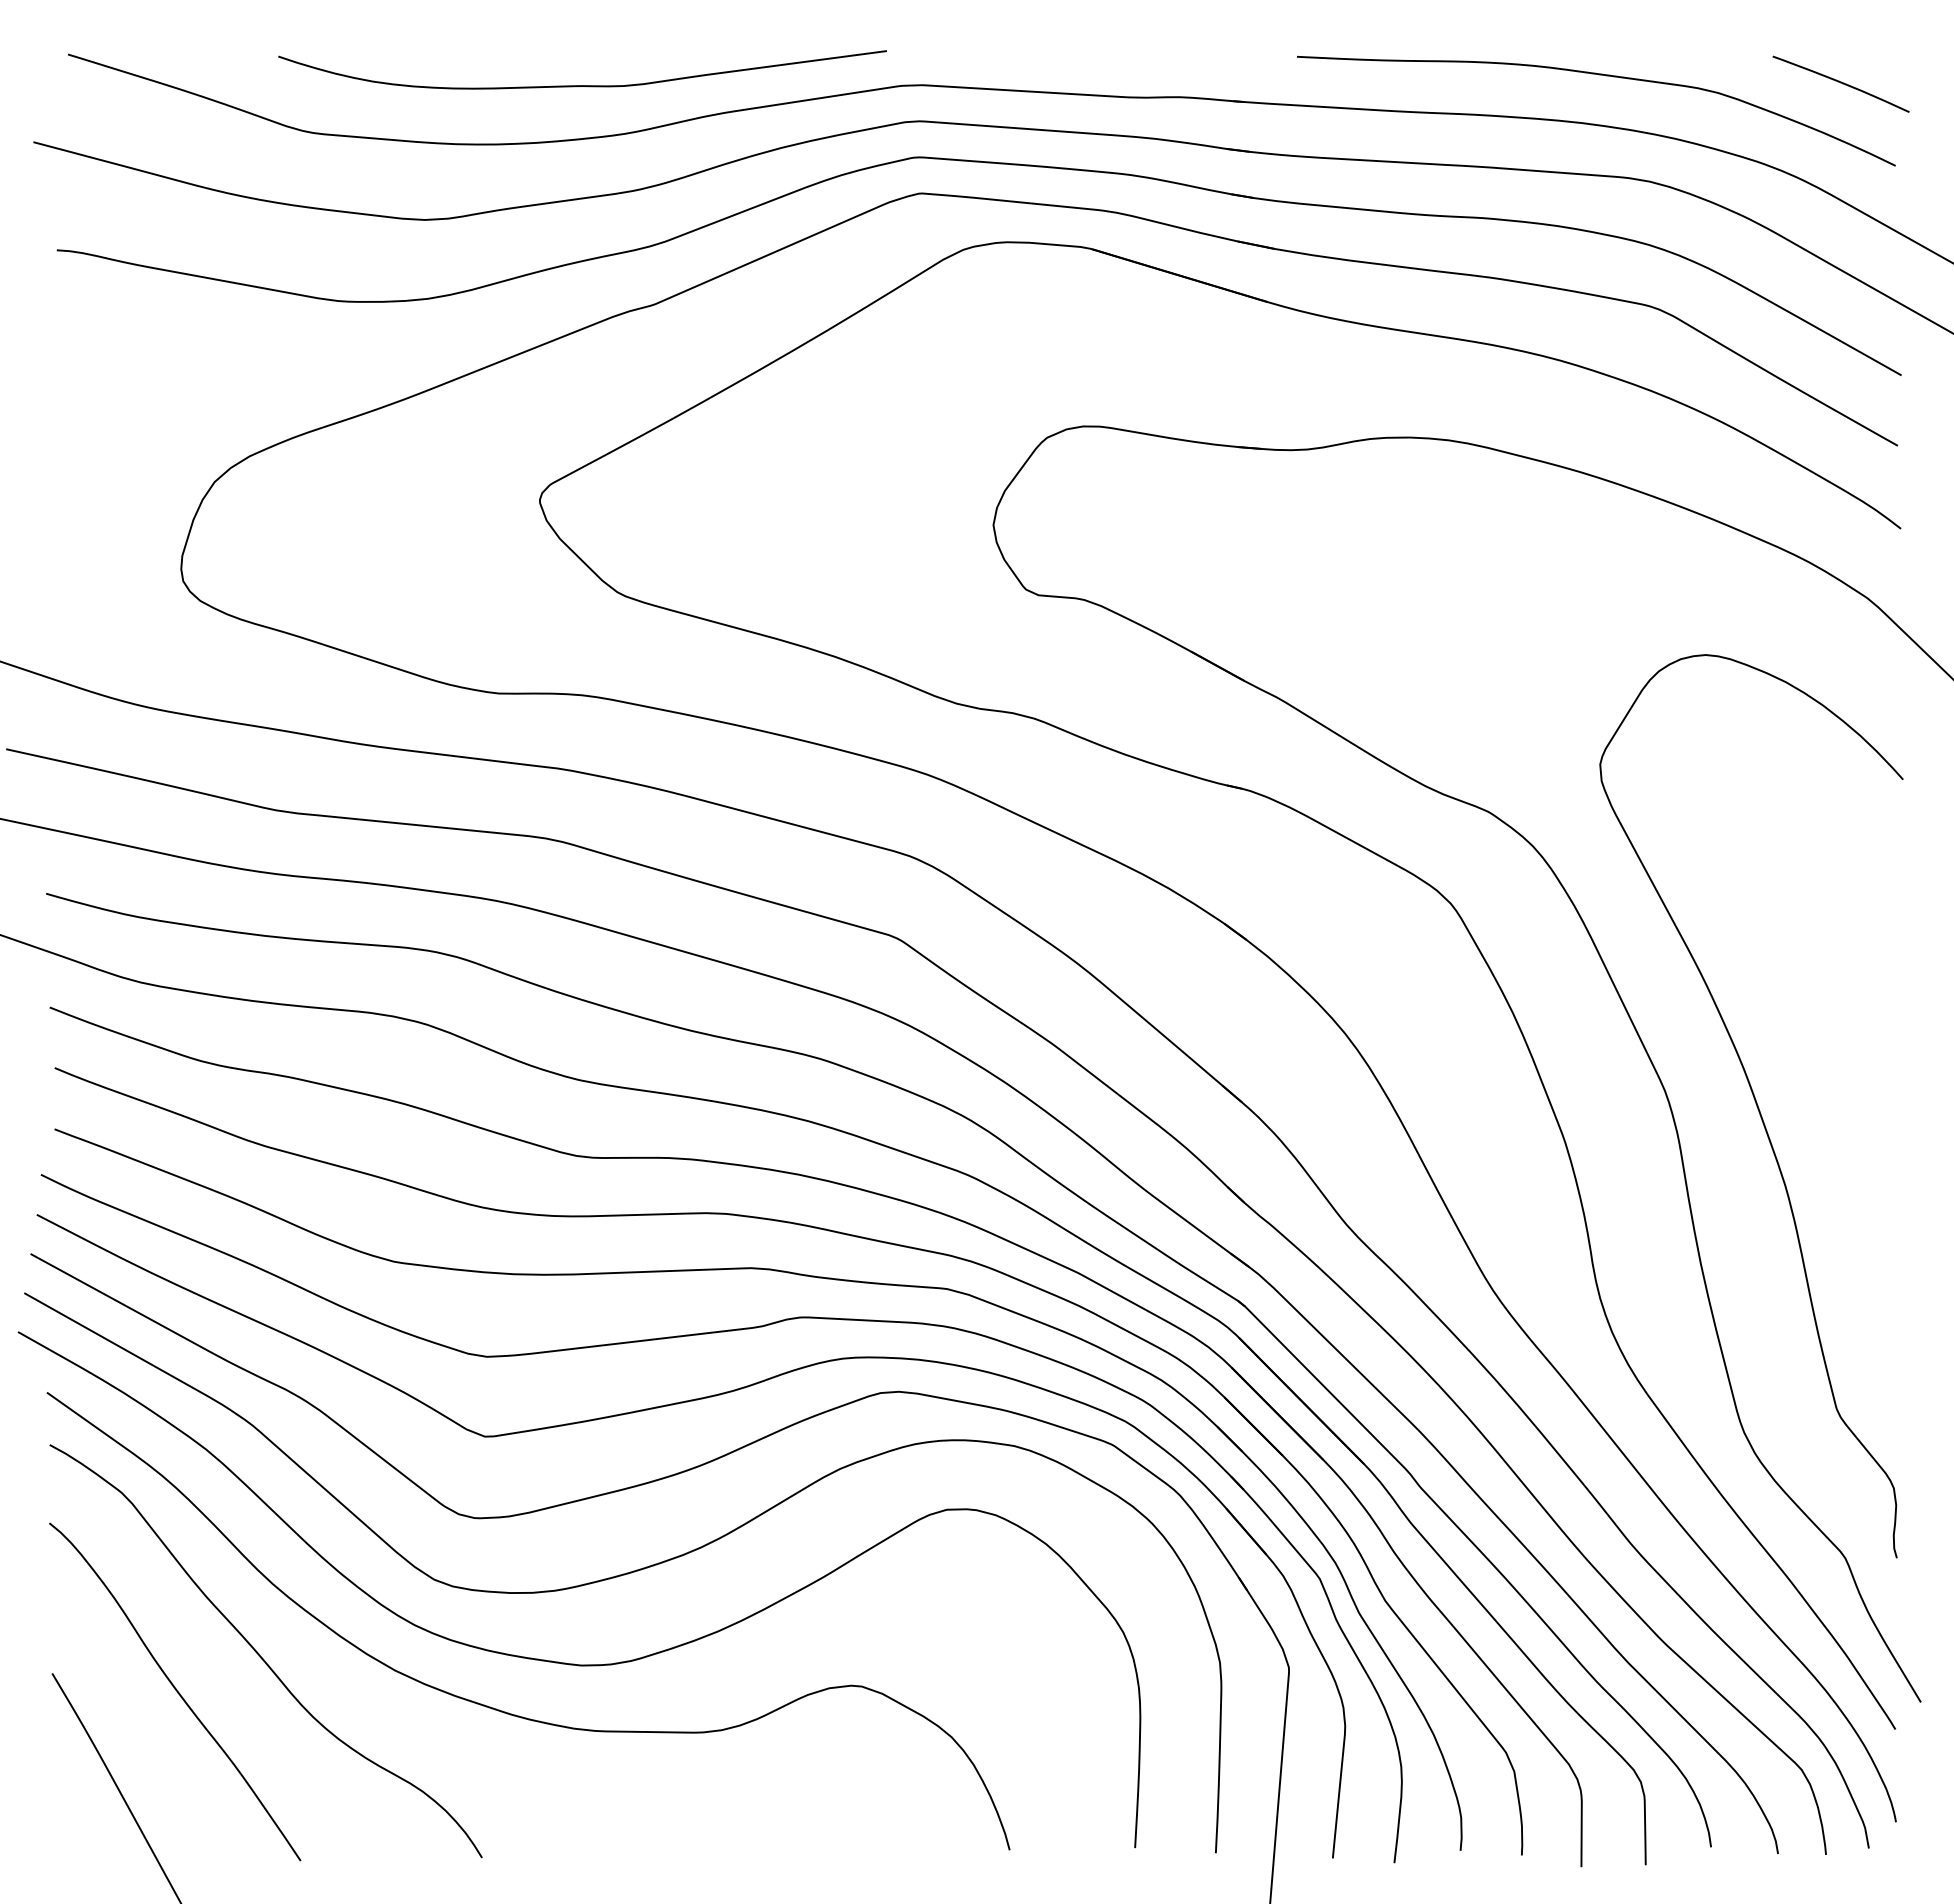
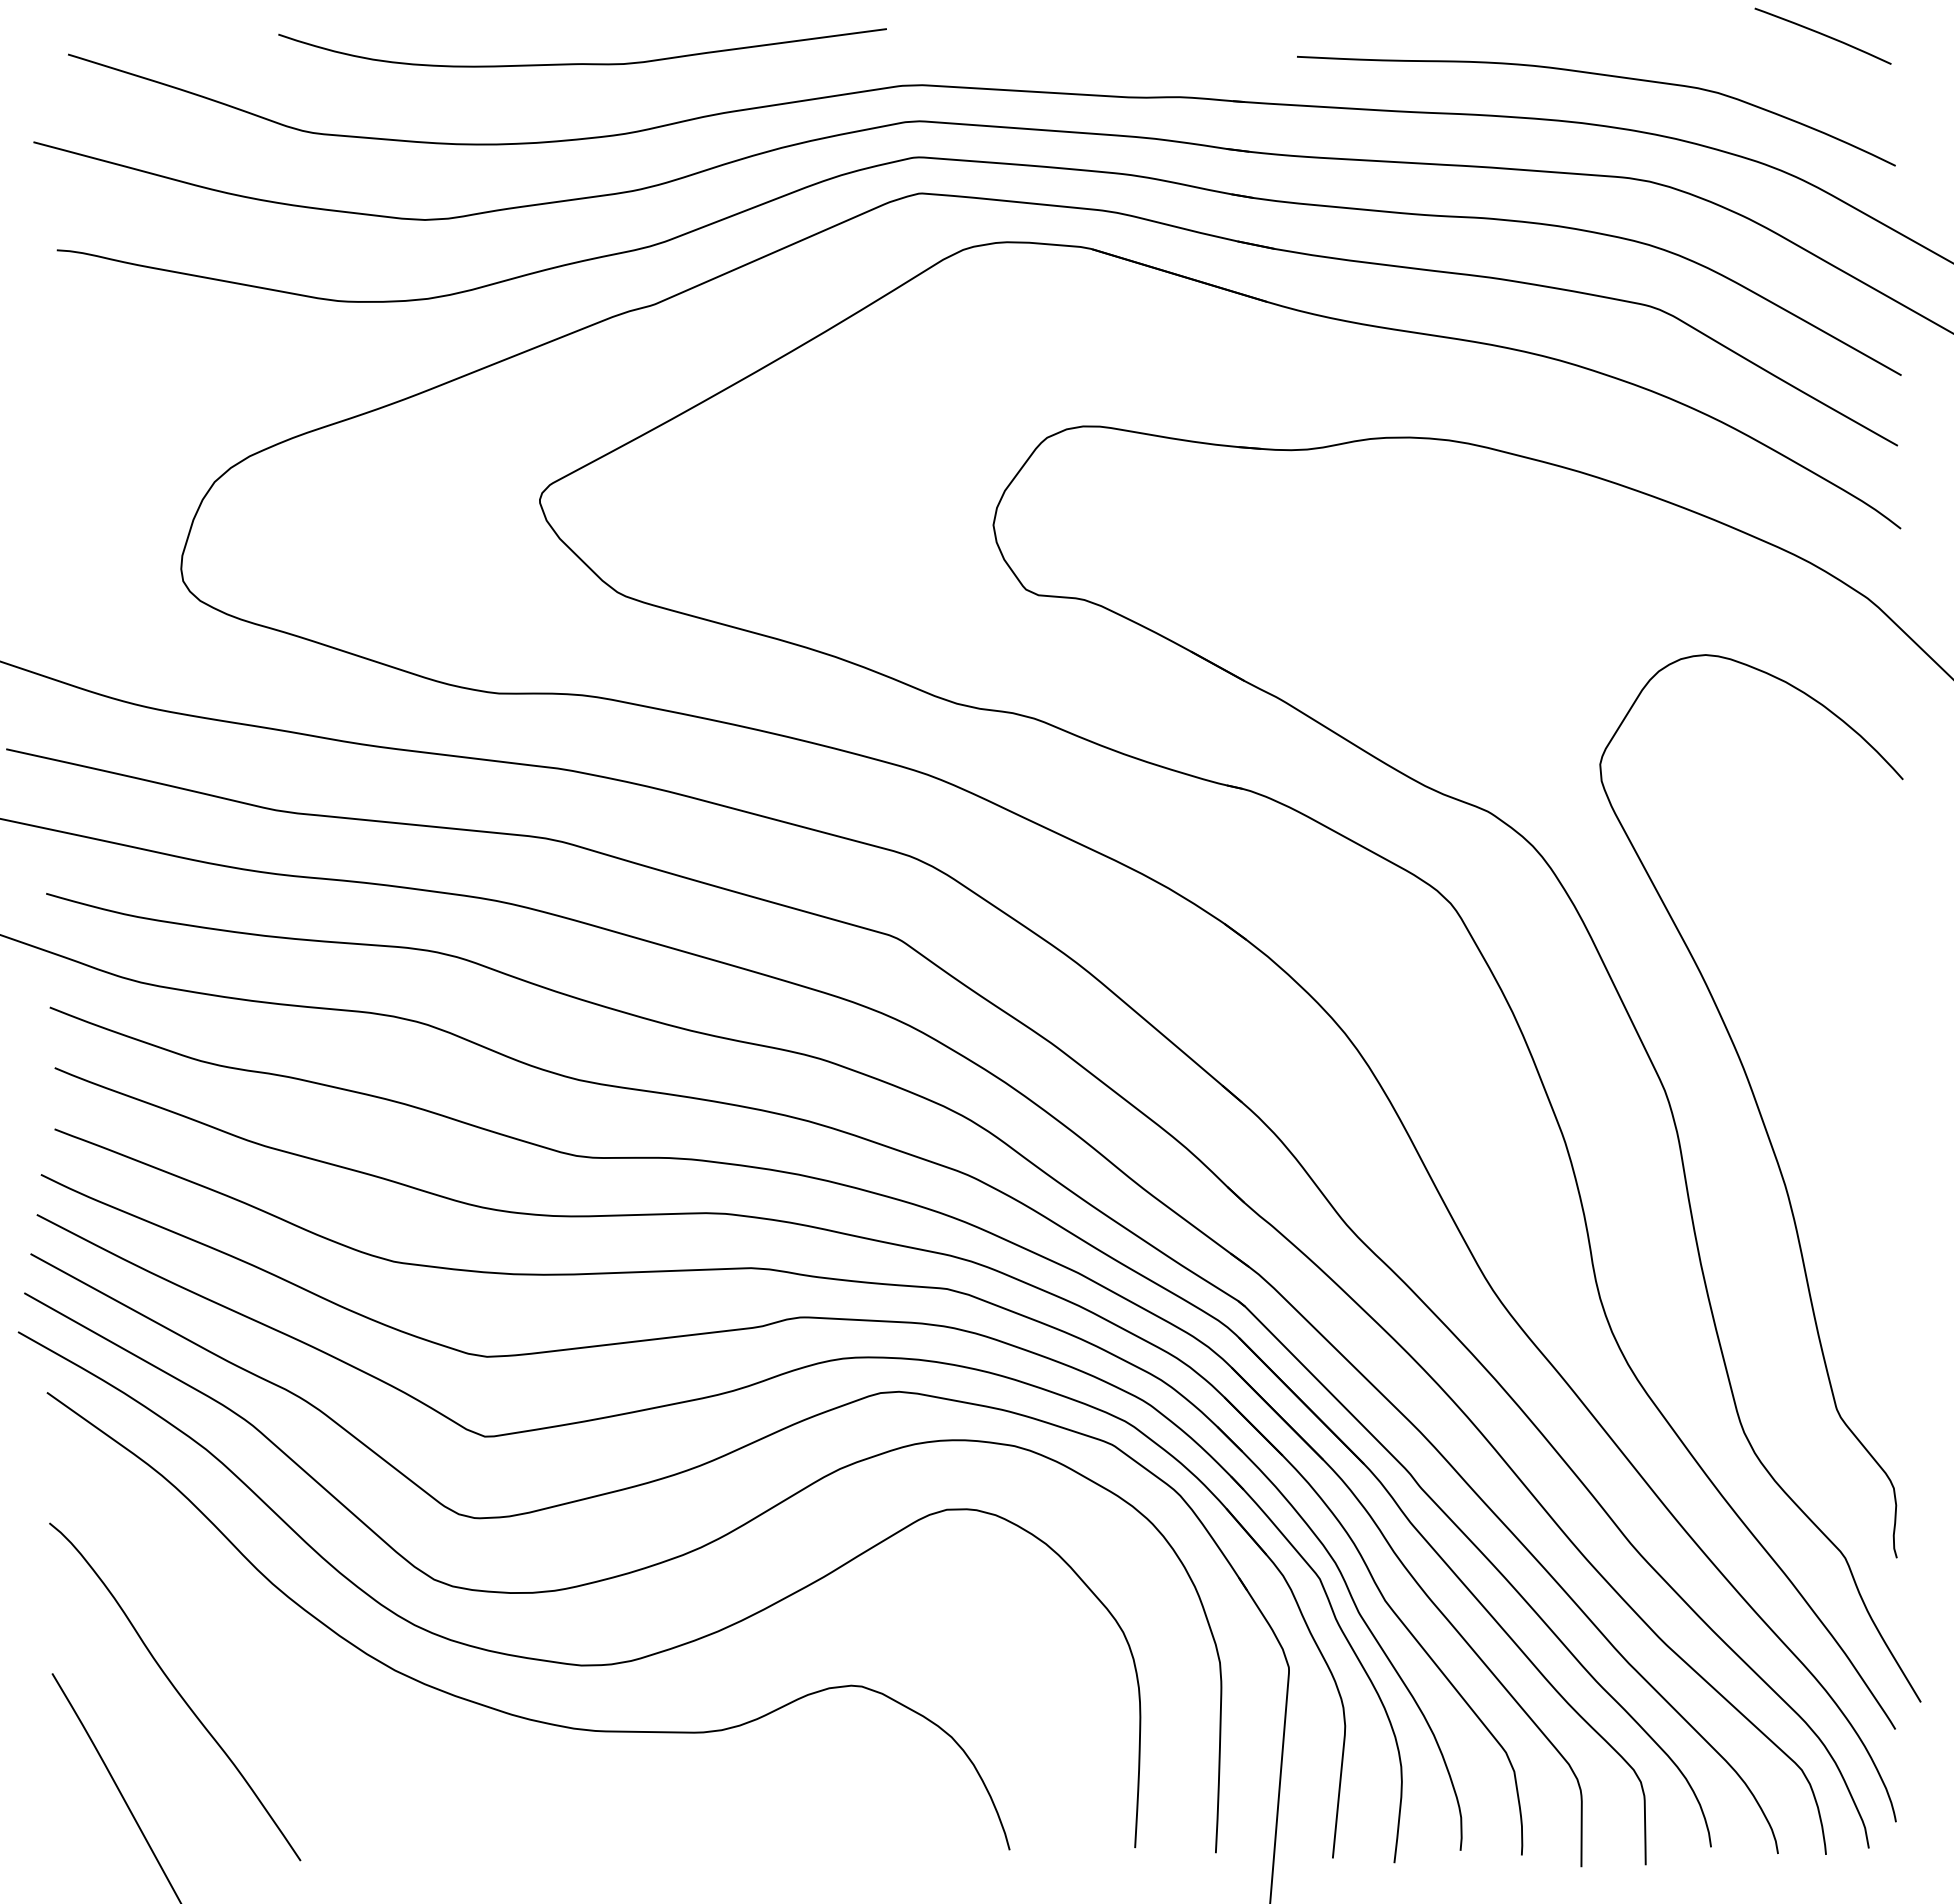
curve at (1840, 83) position: (1840, 83) -> (1822, 35)
curve at (582, 85) position: (582, 85) -> (582, 63)
curve at (259, 1653): present -> none
